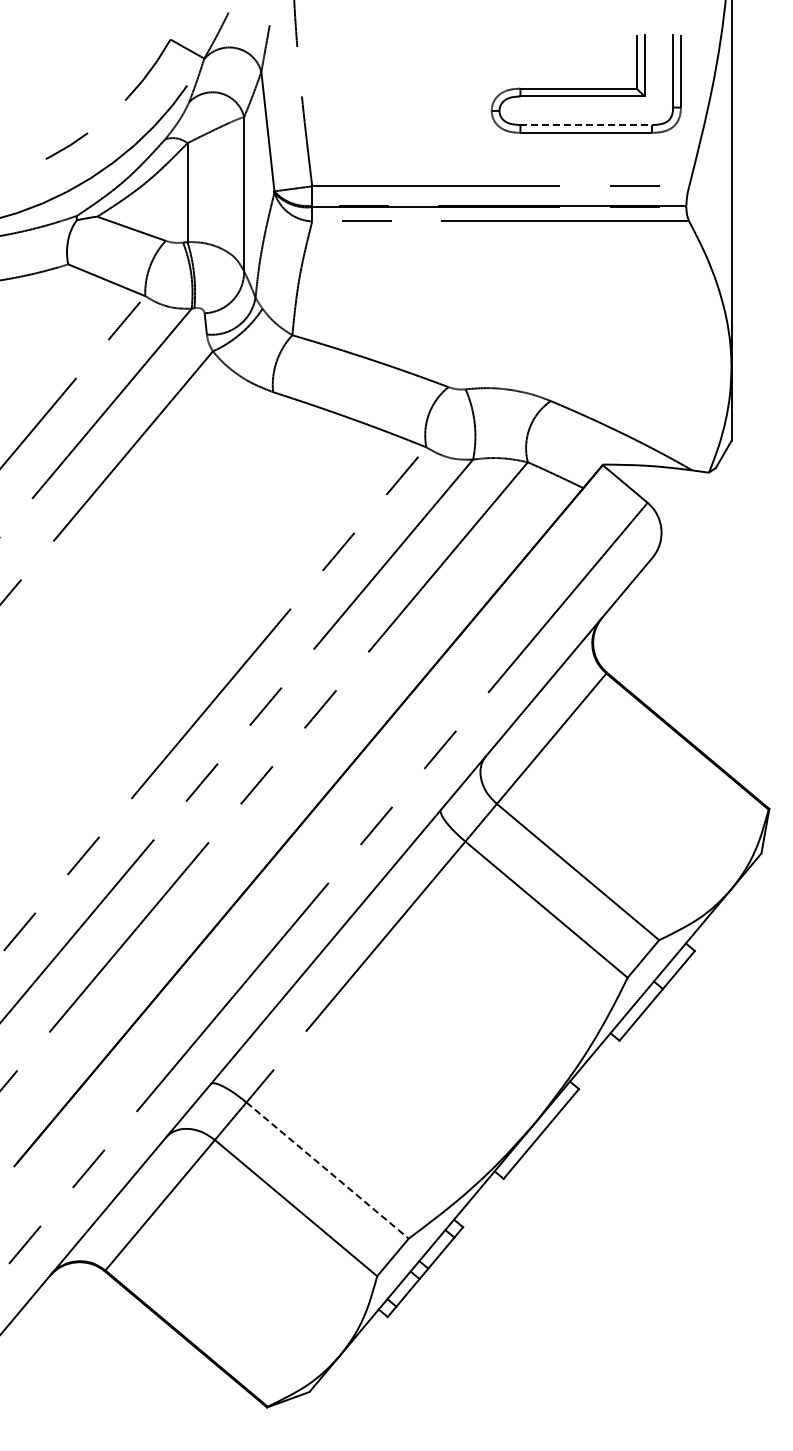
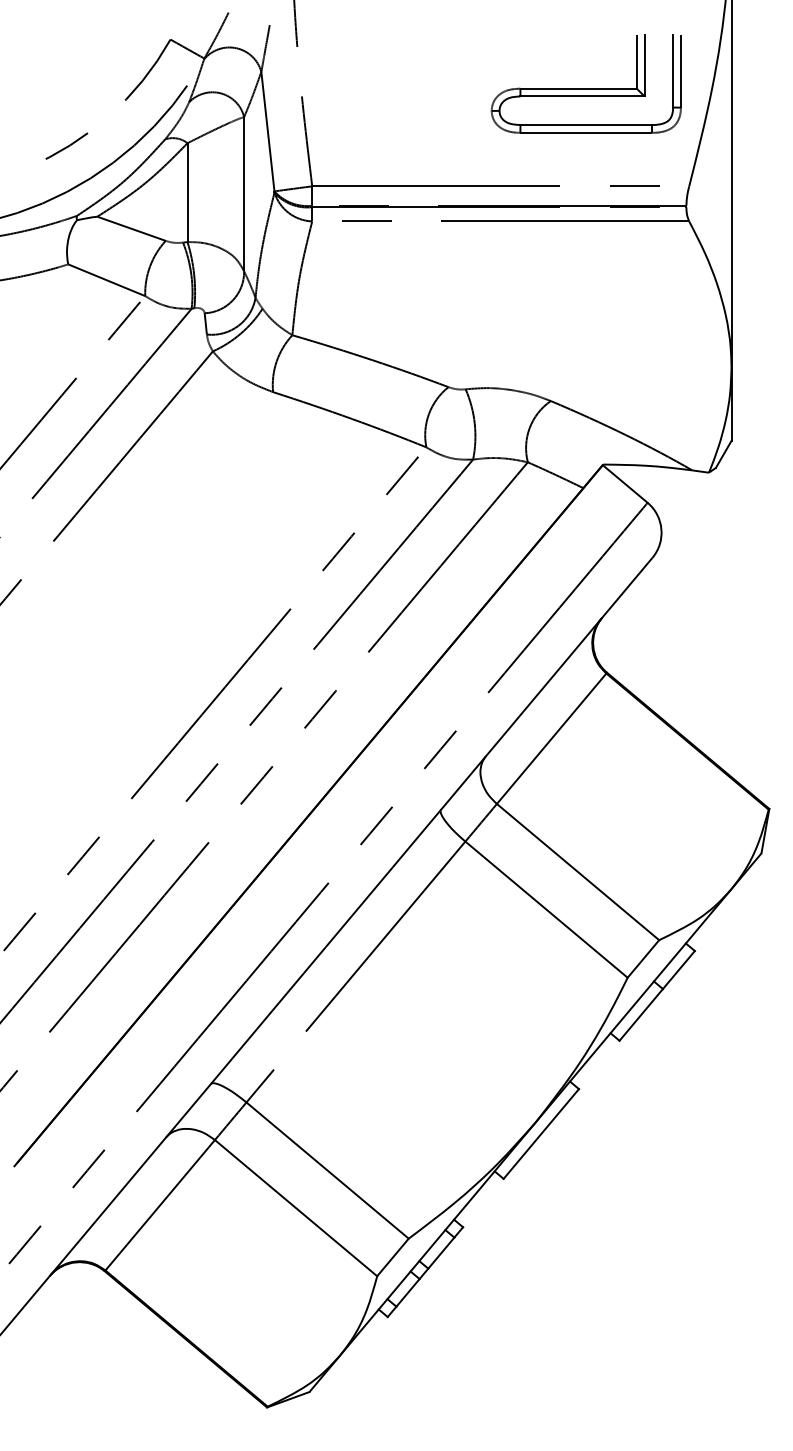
line at (586, 125): dashed -> solid
line at (327, 1170): dashed -> solid
